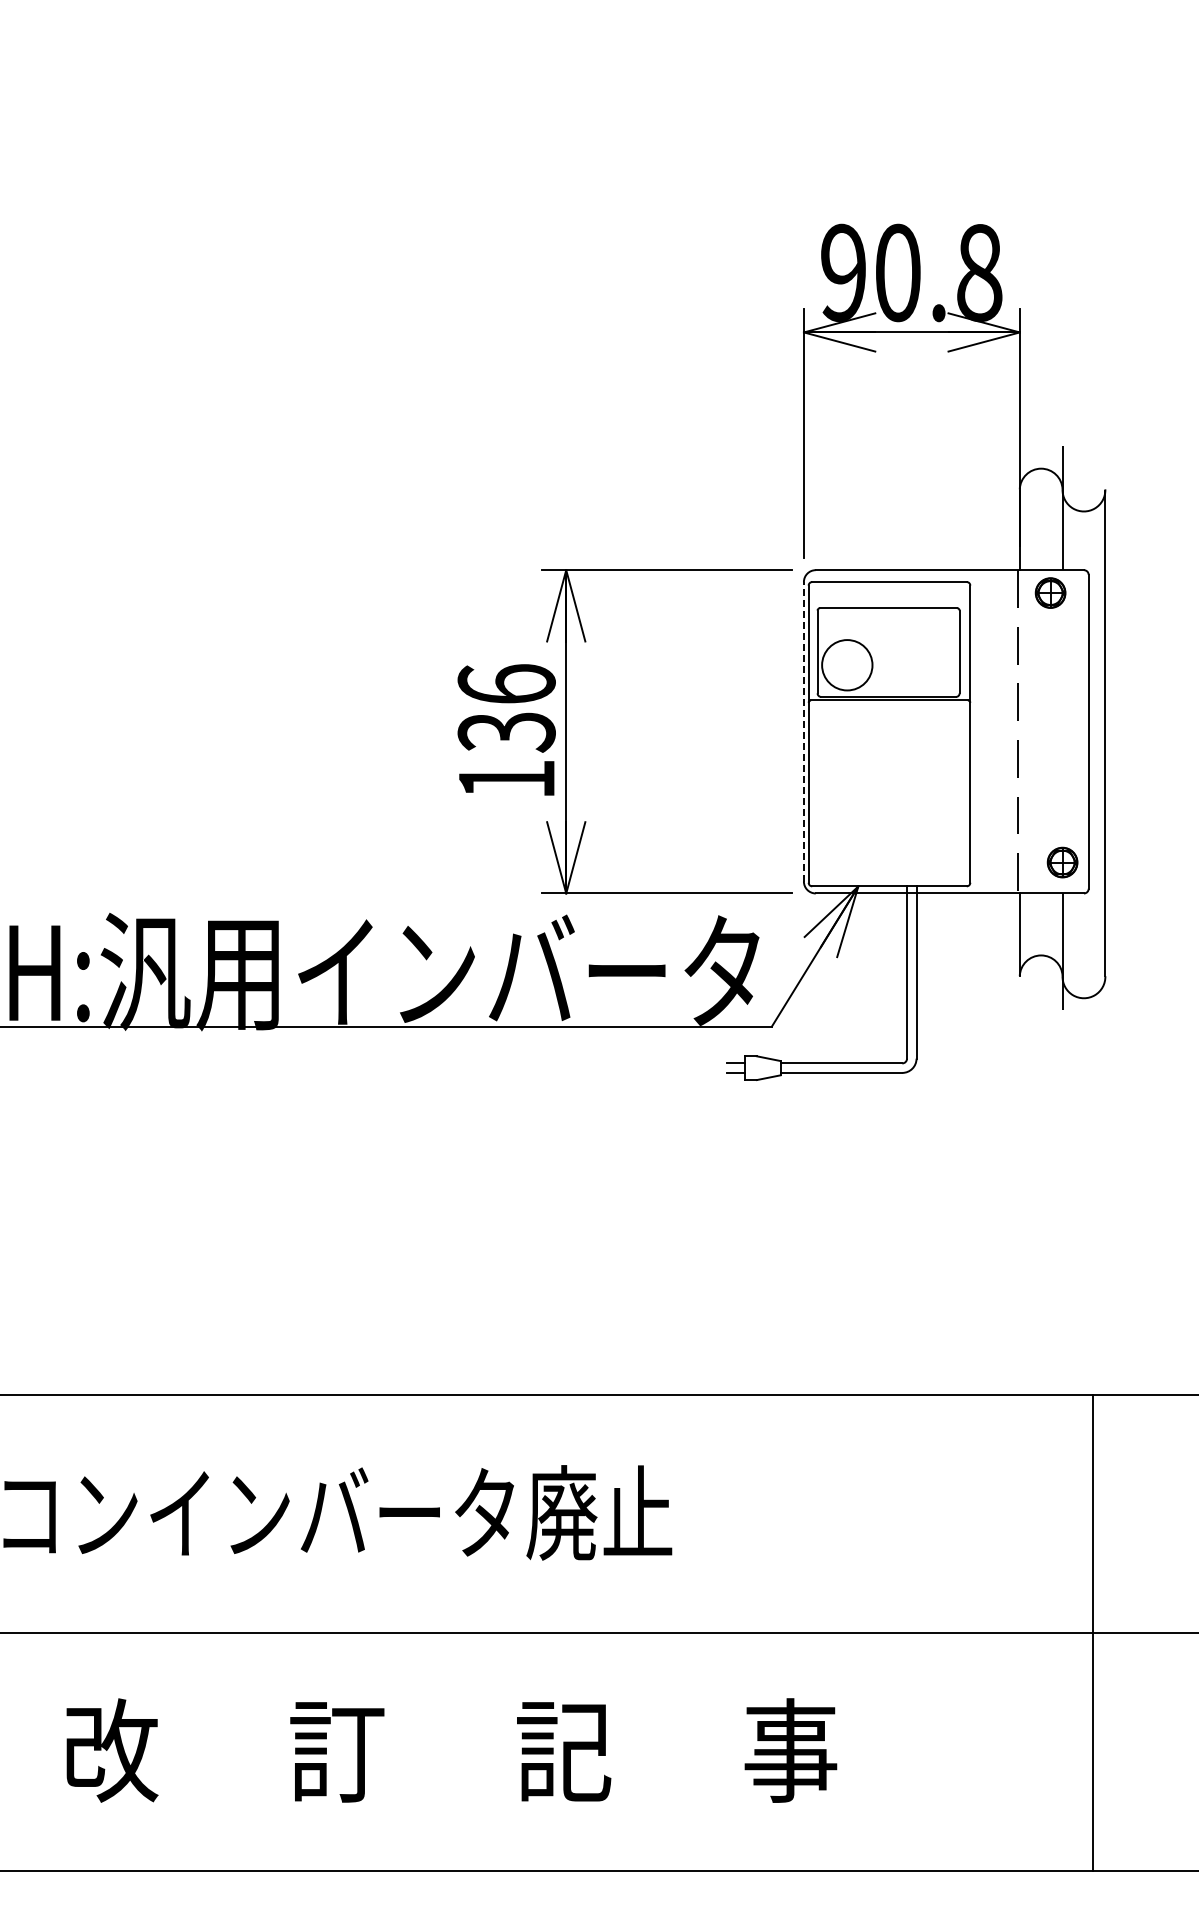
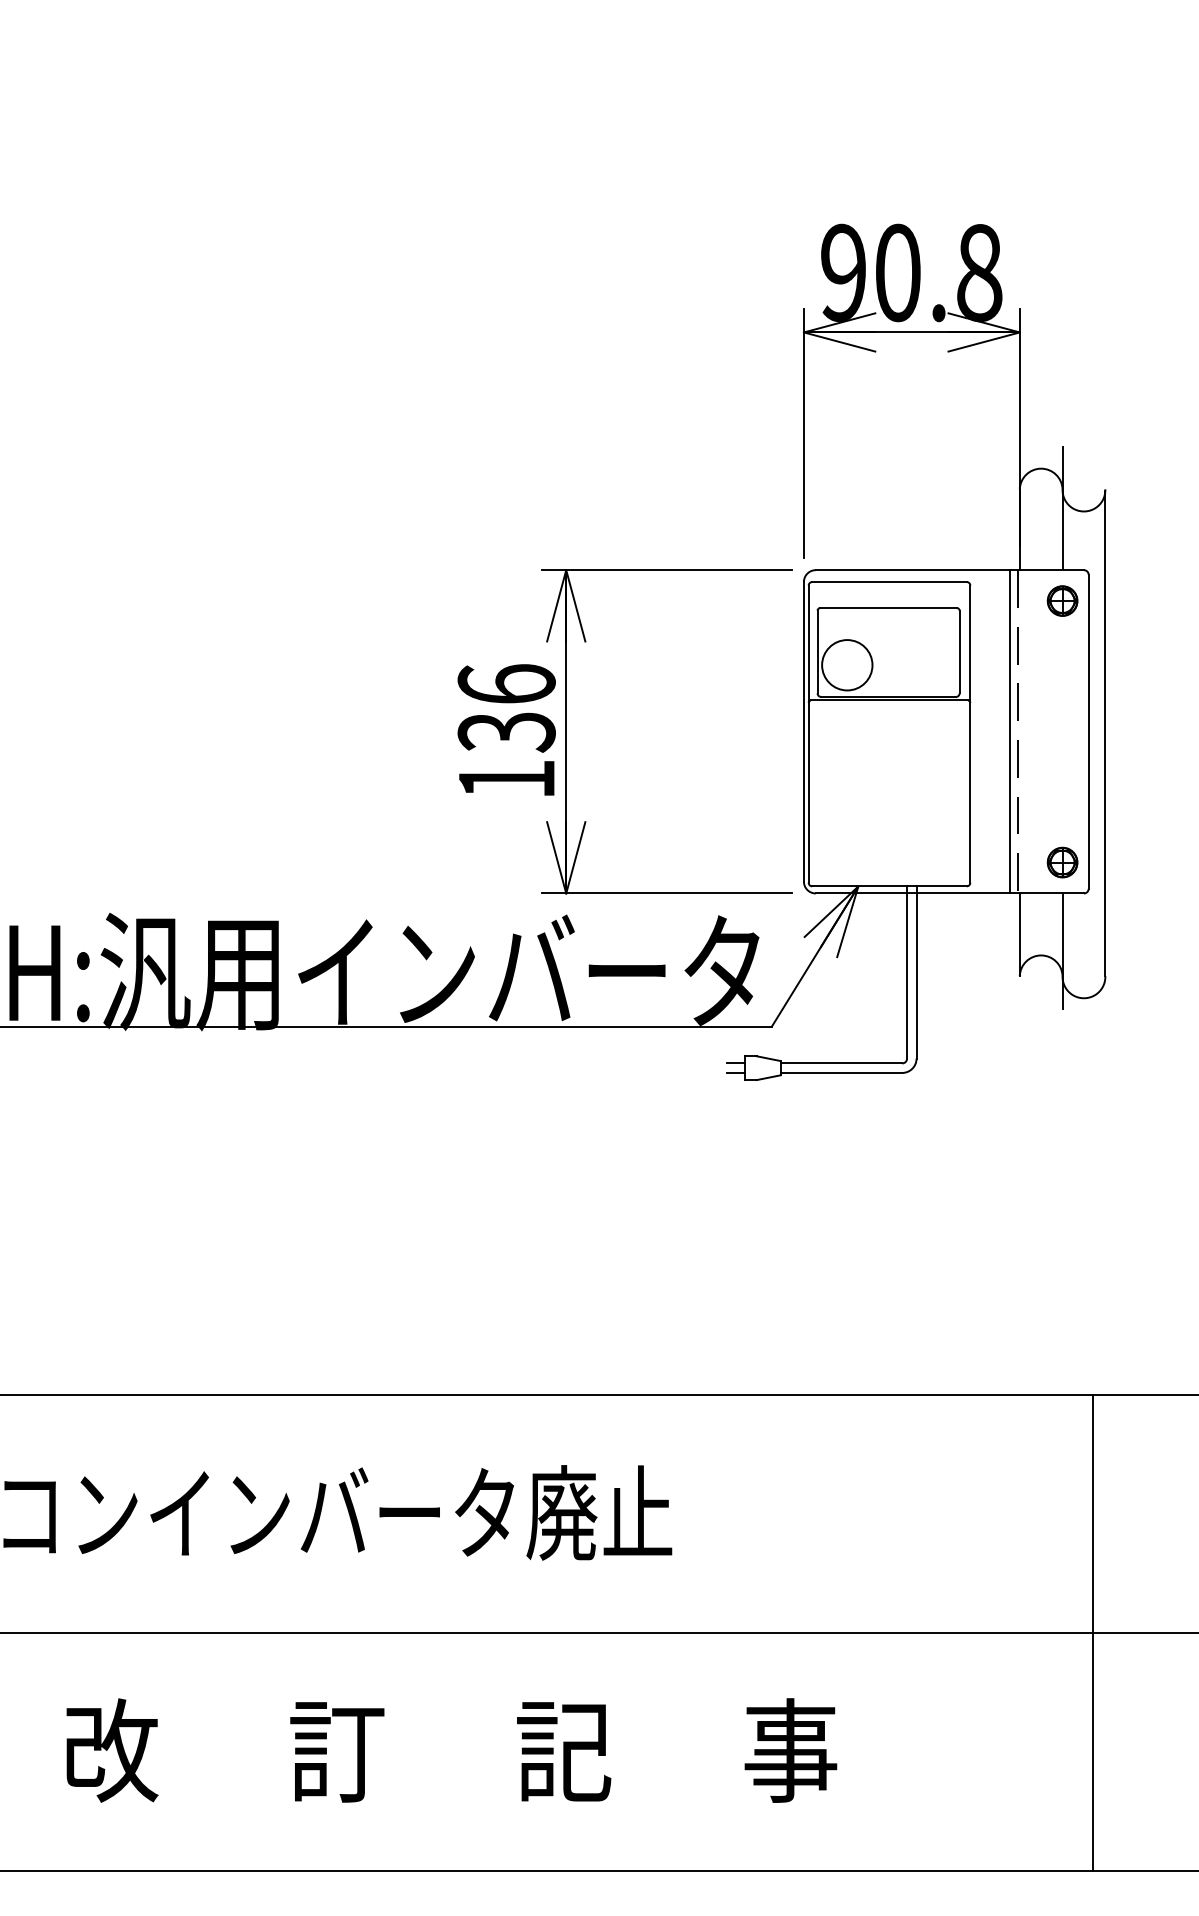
part at (1050, 592) position: (1050, 592) -> (1062, 600)
line at (803, 731): dashed -> solid
line at (1010, 731): none -> present
